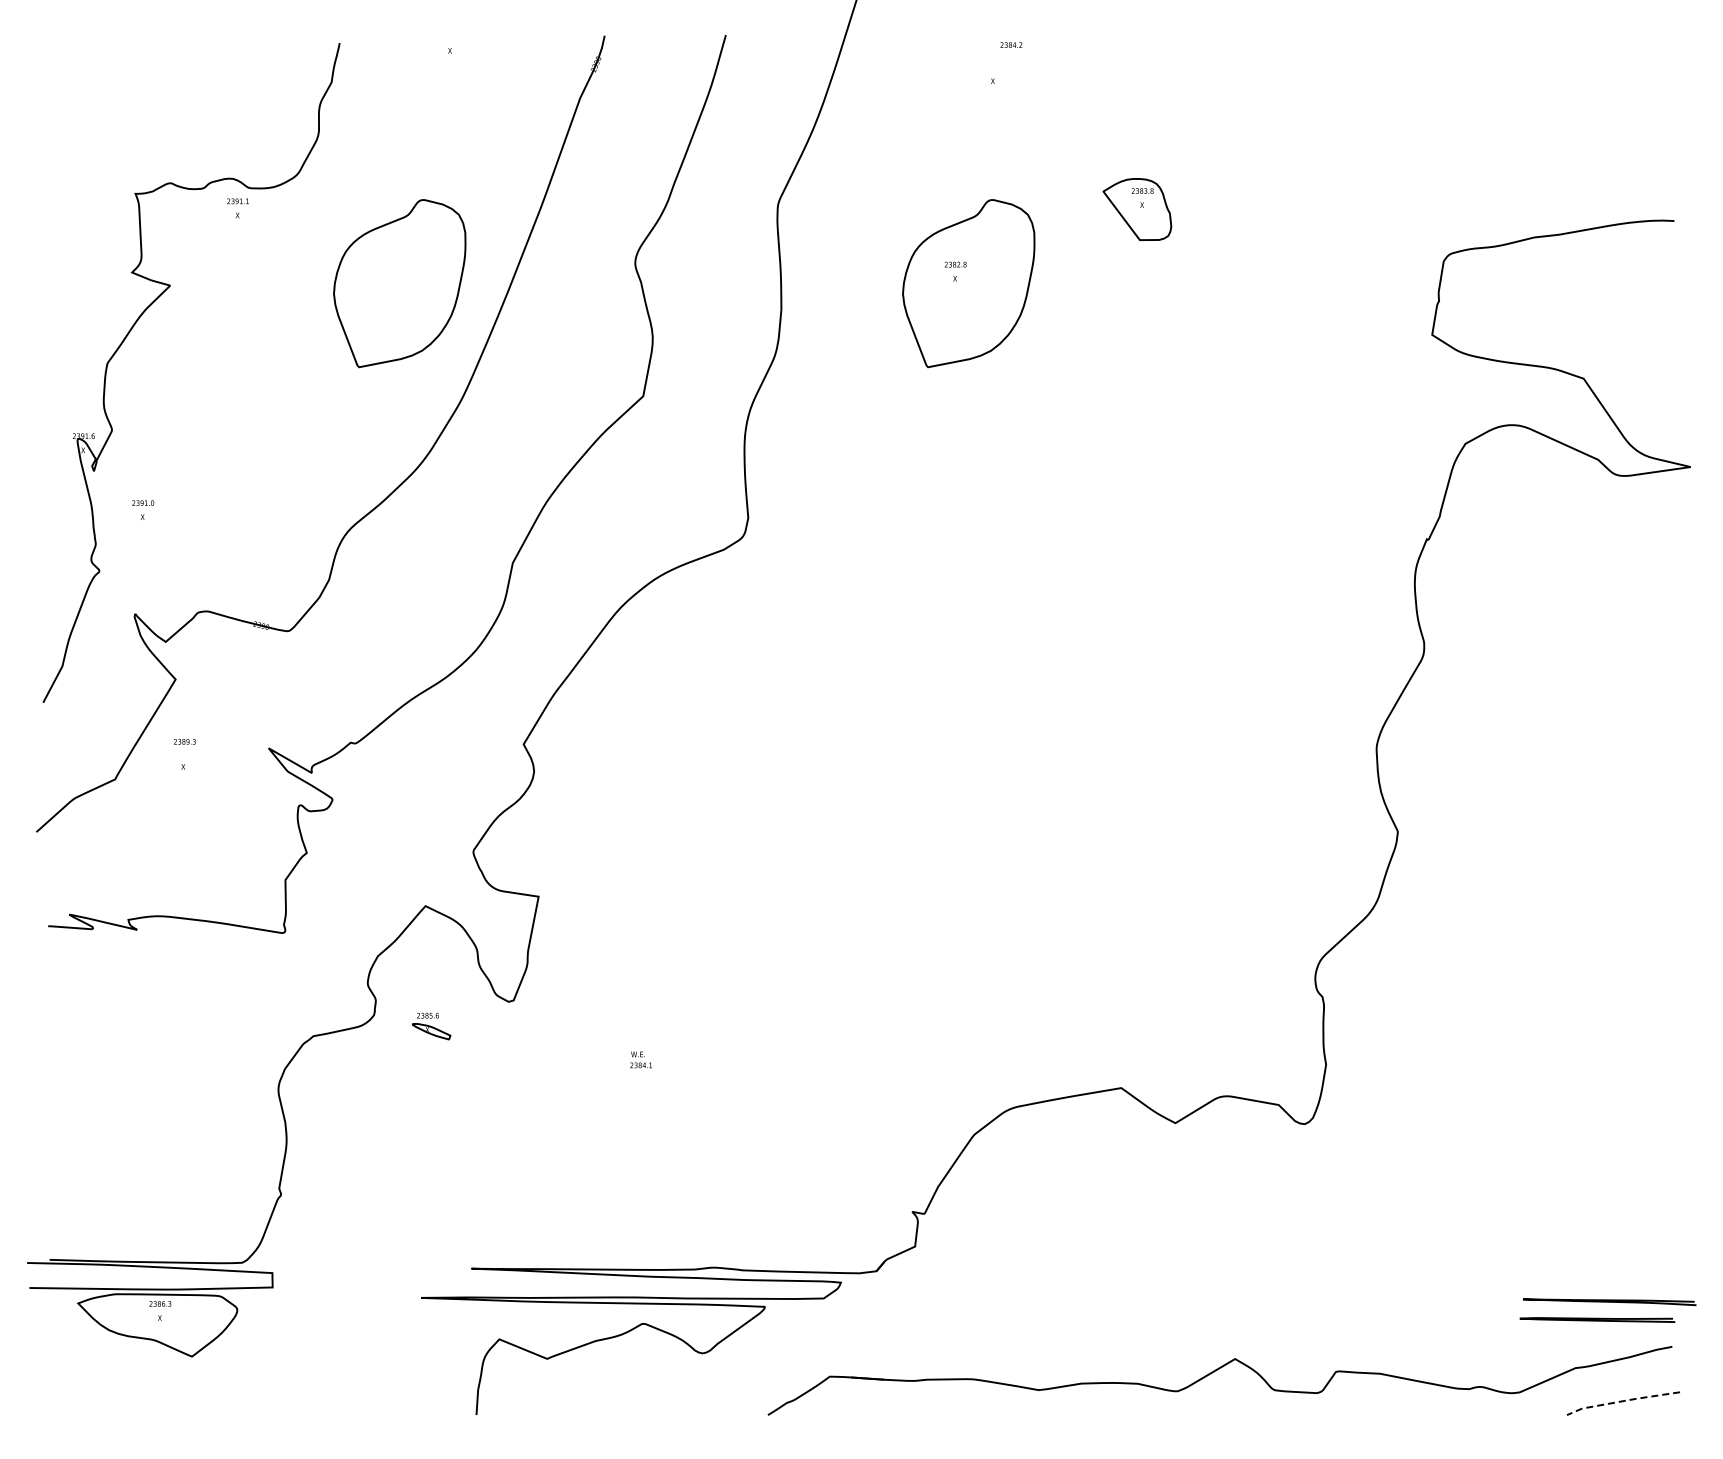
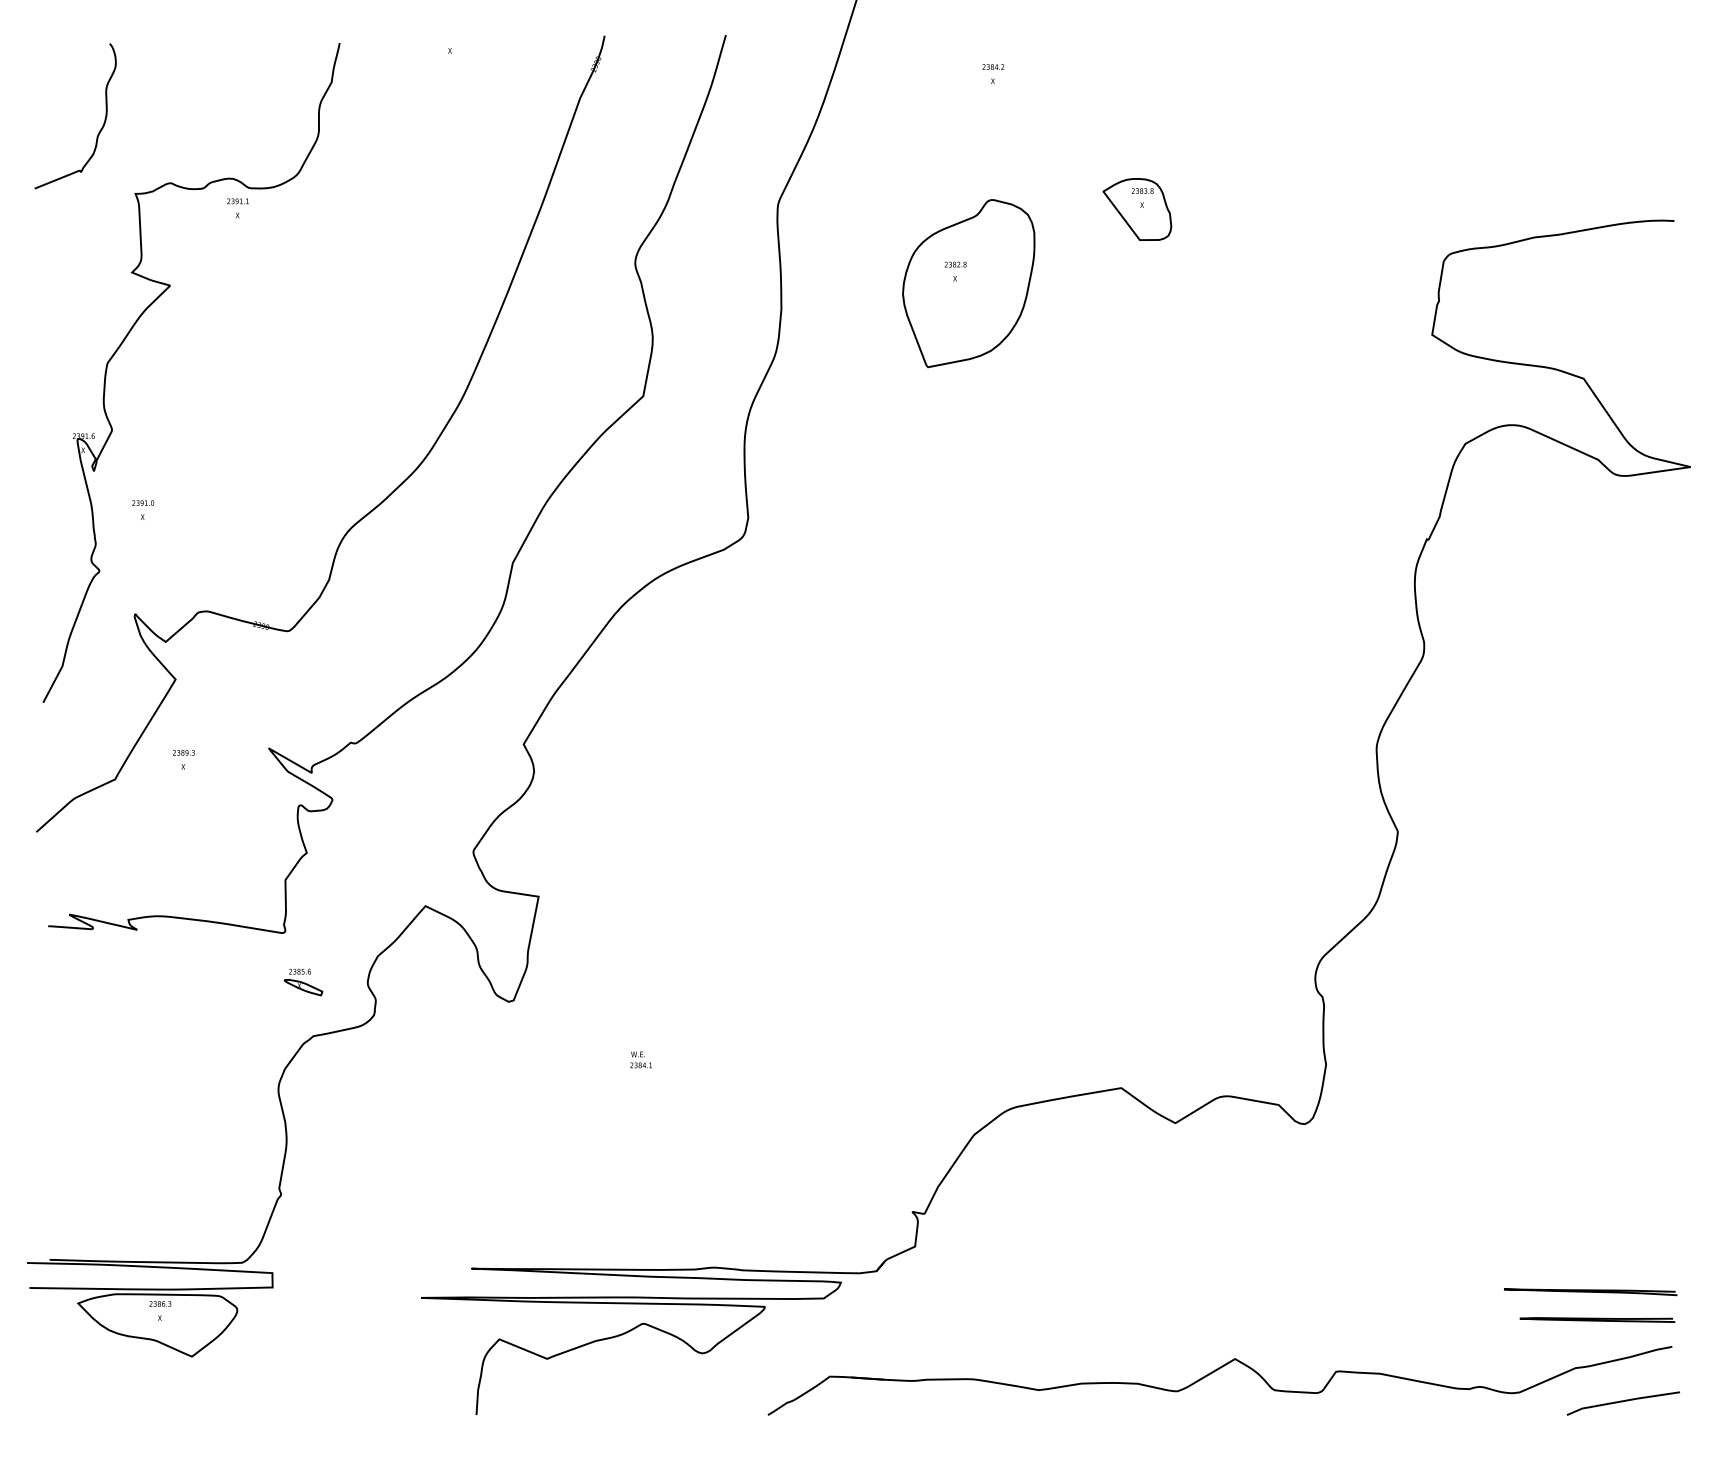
text at (1011, 44) position: (1011, 44) -> (993, 66)
curve at (99, 130): none -> present
part at (399, 283): present -> none
text at (184, 741) position: (184, 741) -> (183, 752)
part at (431, 1026) position: (431, 1026) -> (303, 982)
curve at (1609, 1302) position: (1609, 1302) -> (1590, 1292)
line at (1622, 1401): dashed -> solid
